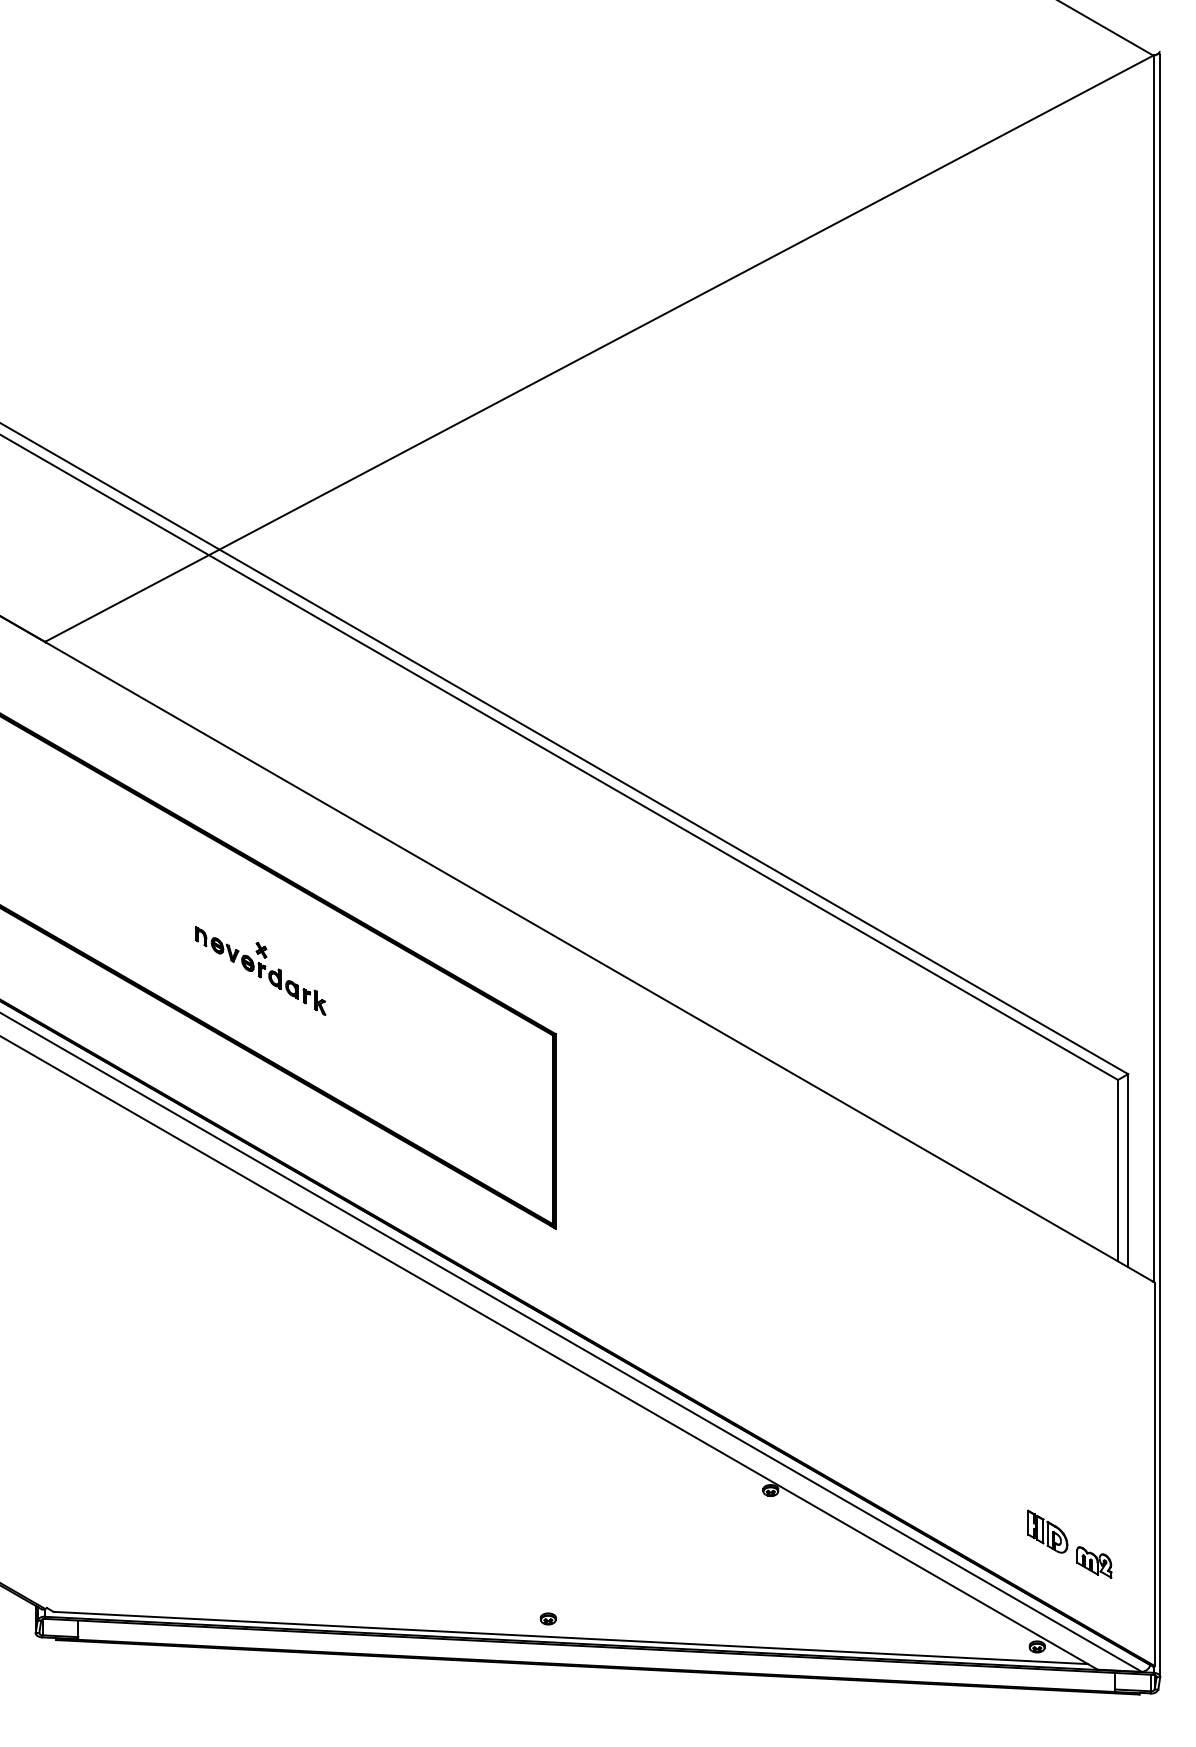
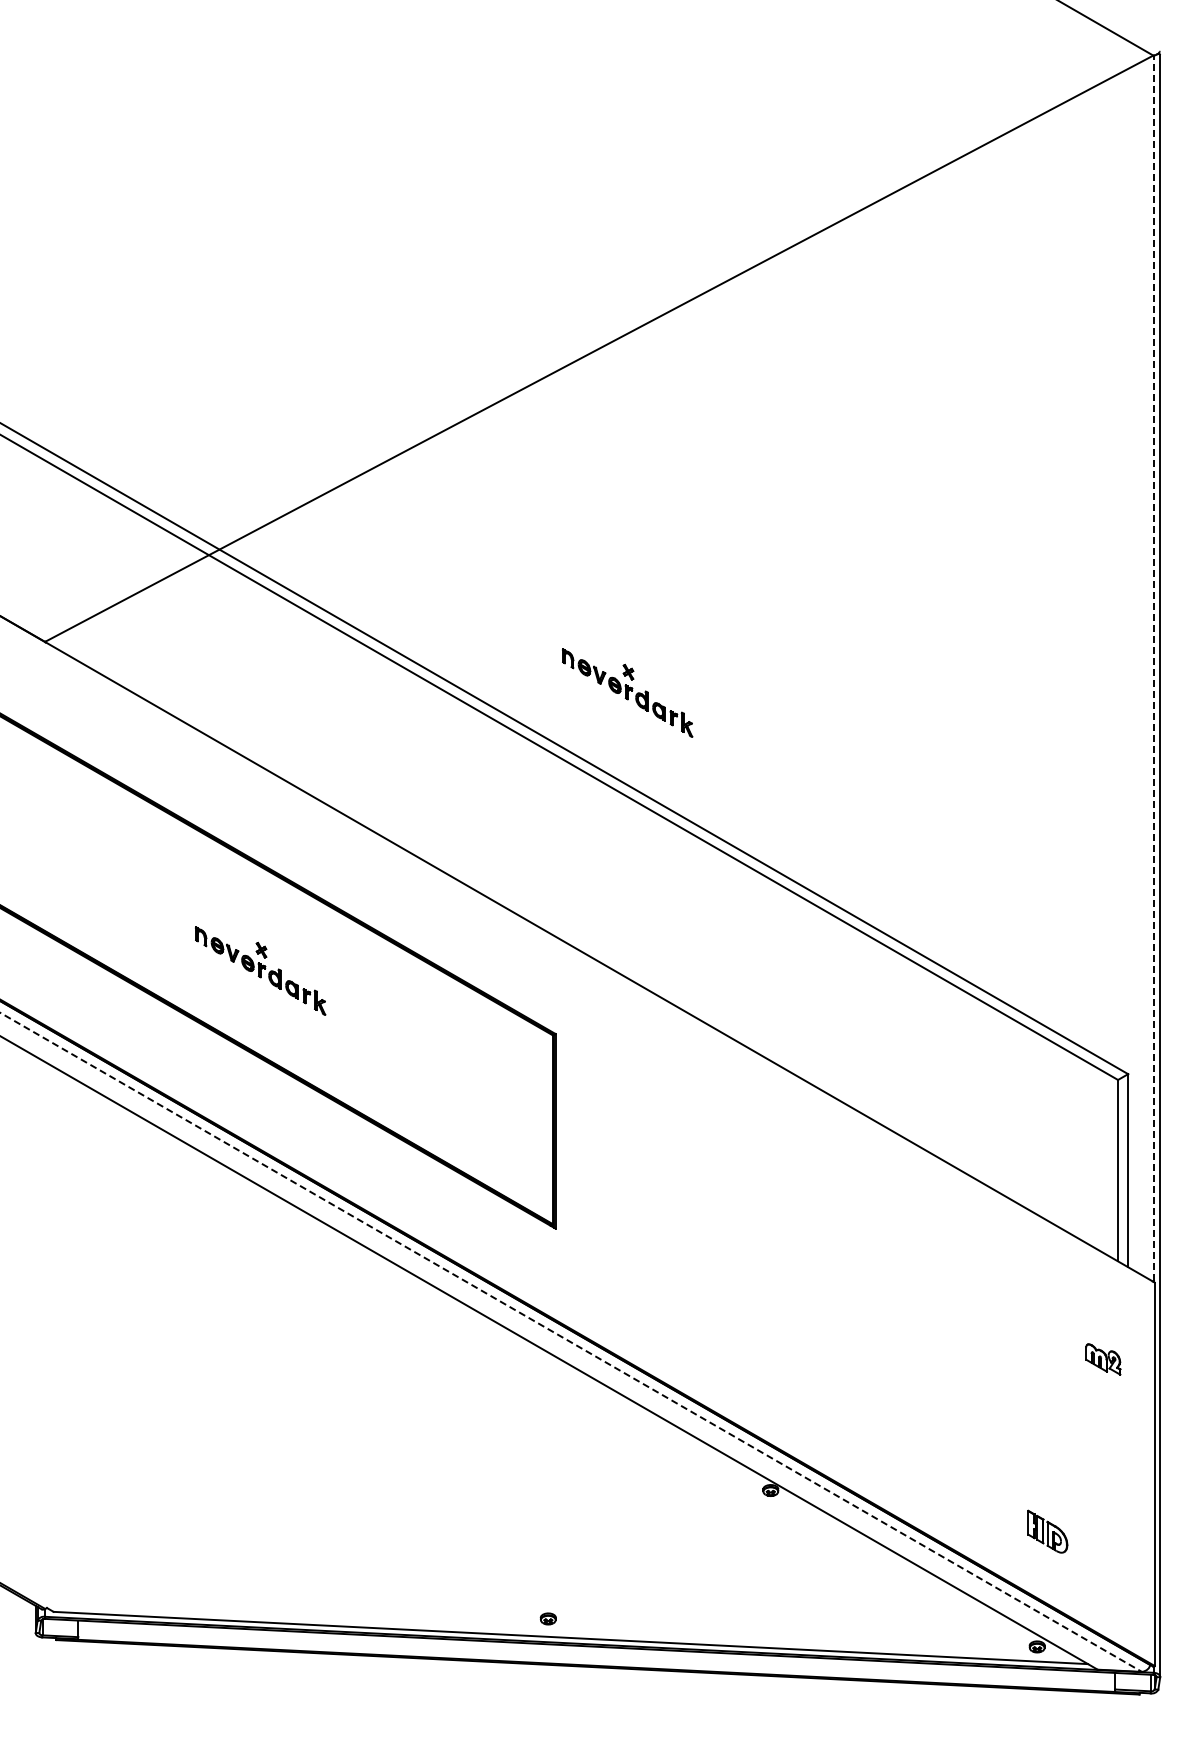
line at (1154, 667): solid -> dashed
part at (627, 692): none -> present
line at (571, 1342): solid -> dashed
part at (1094, 1562) position: (1094, 1562) -> (1103, 1359)
